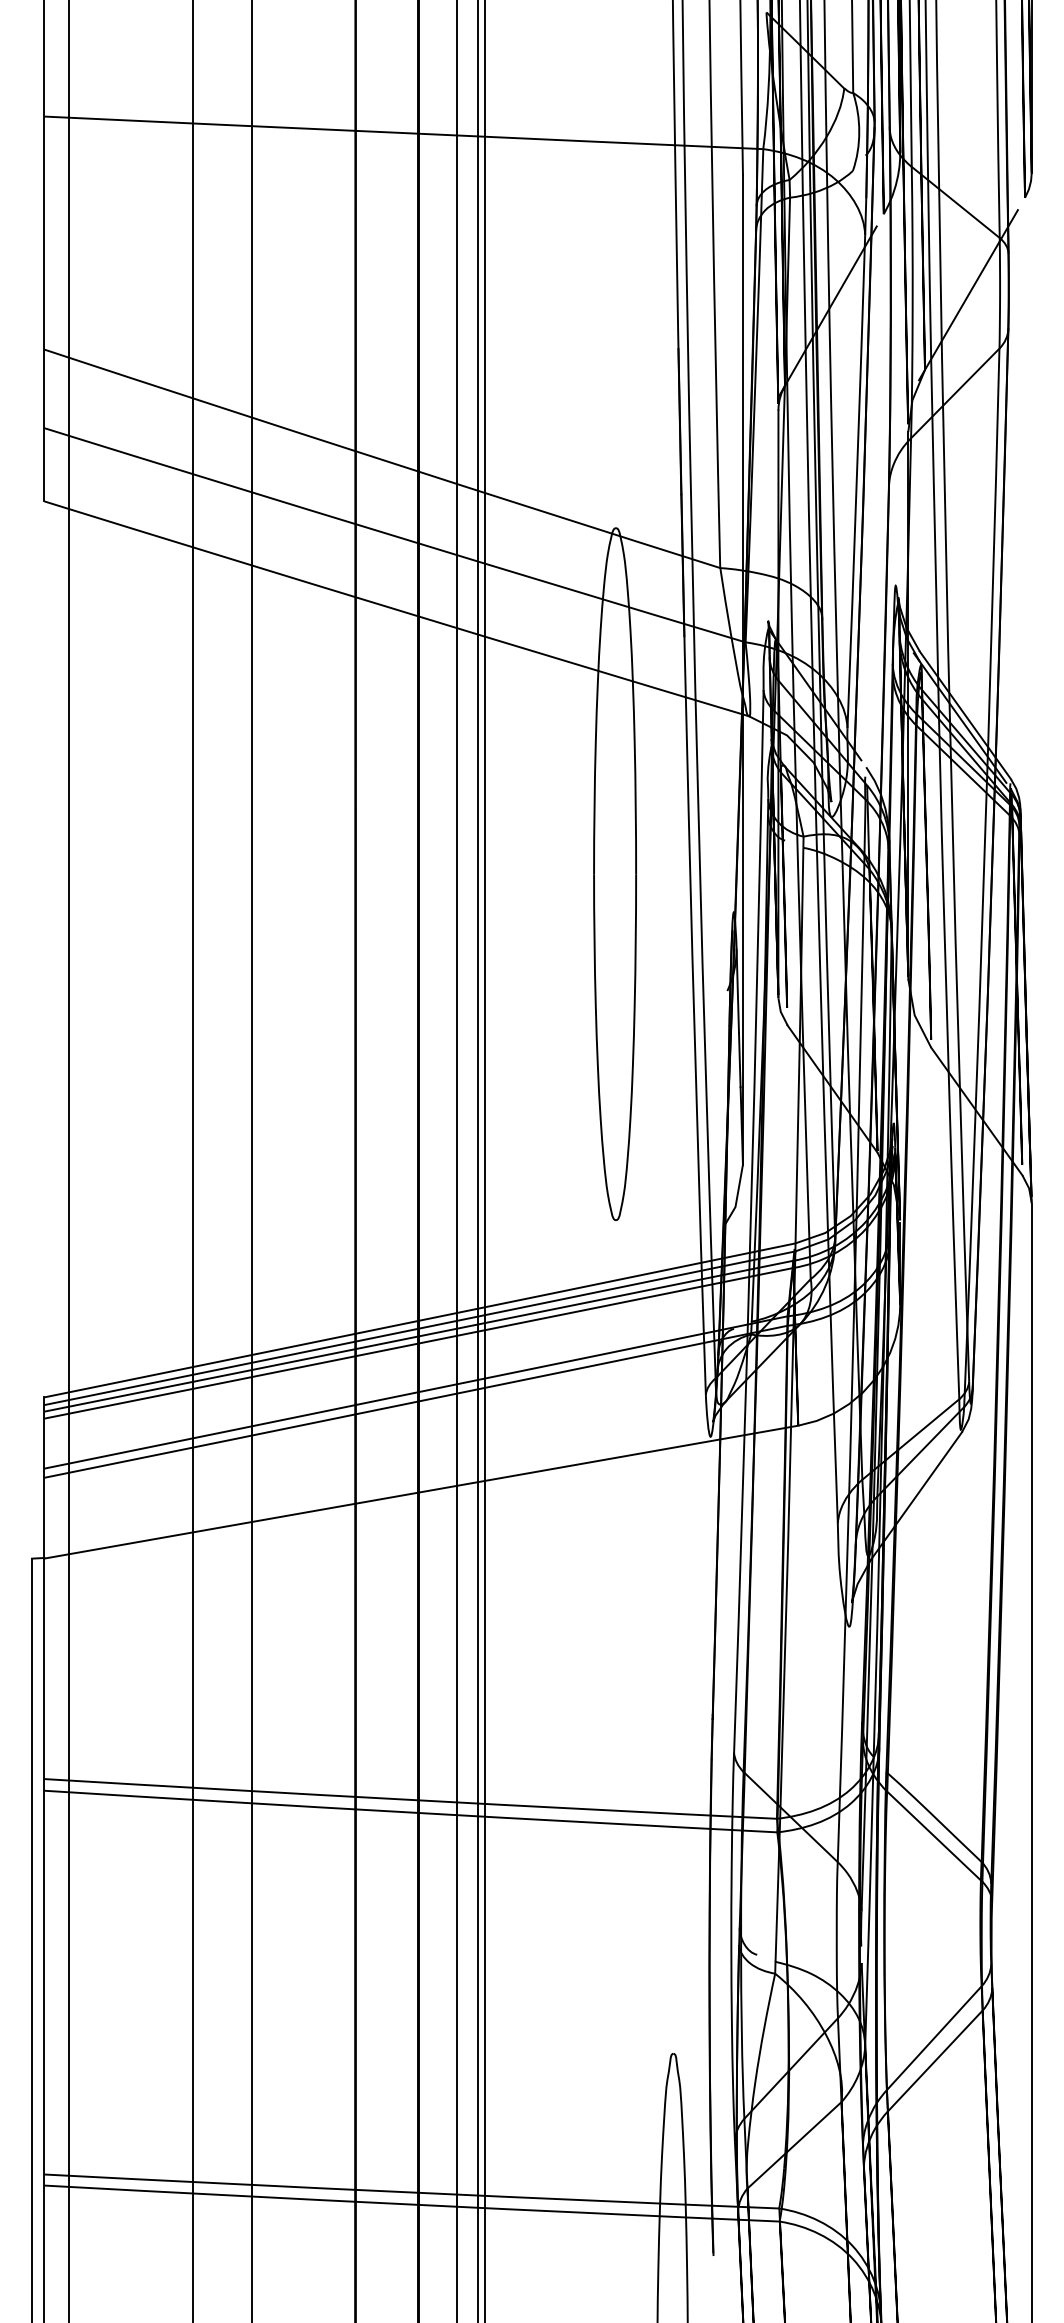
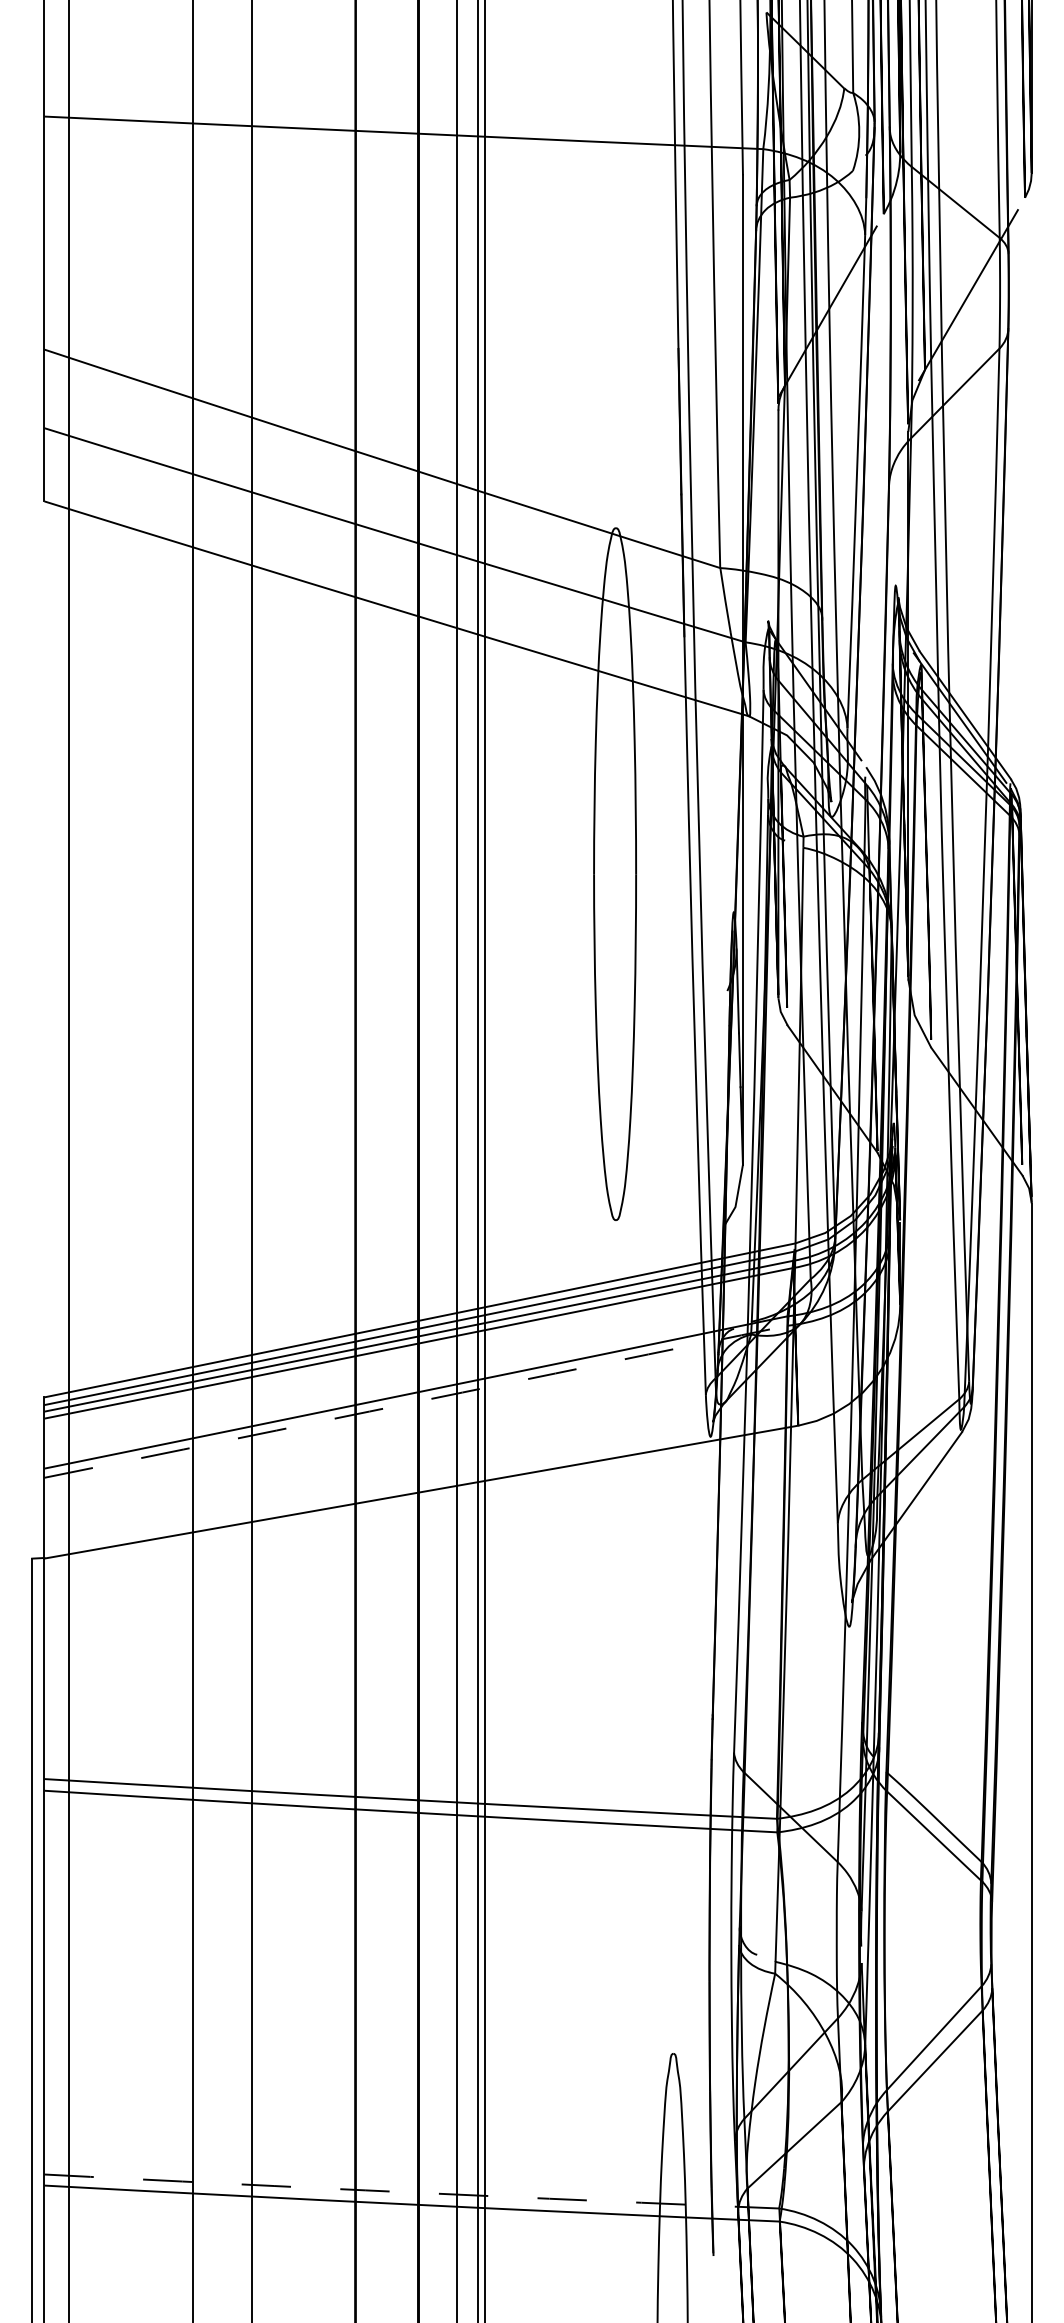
arc at (416, 1402): solid -> dashed
arc at (411, 2192): solid -> dashed
